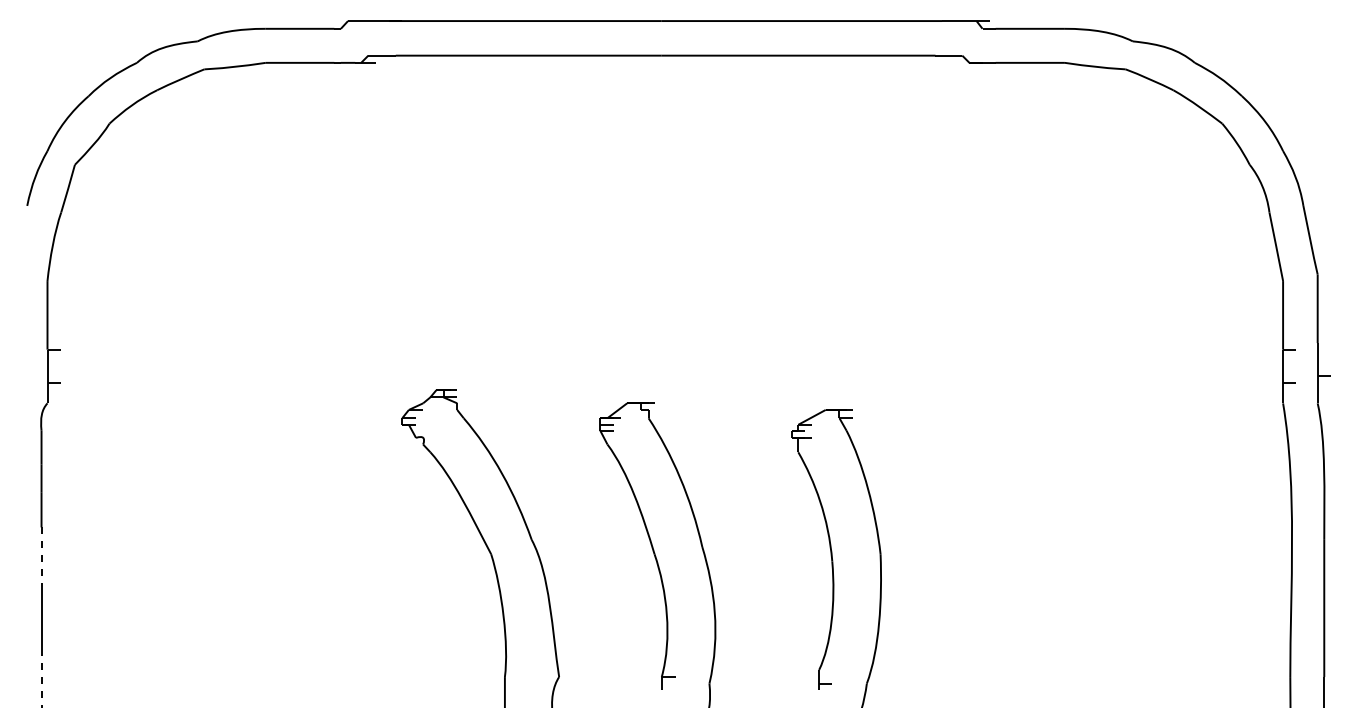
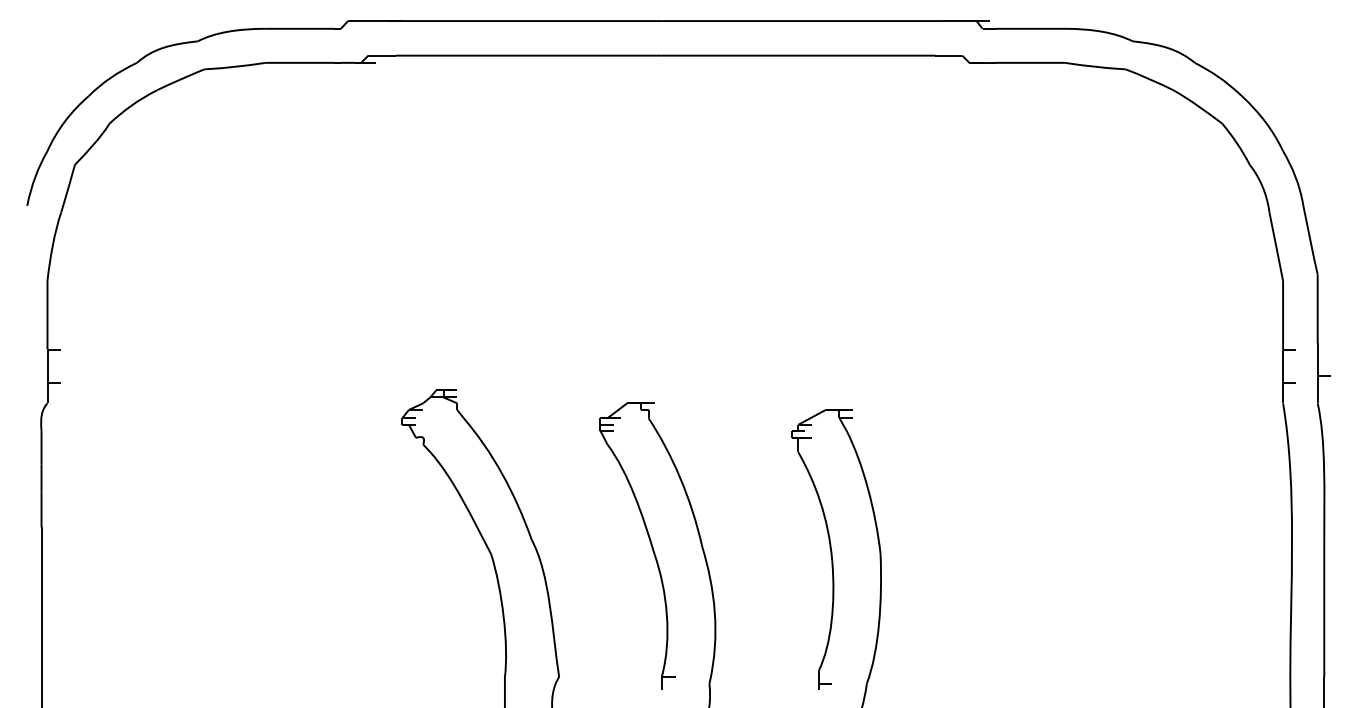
line at (41, 558): dashed -> solid
line at (41, 678): dashed -> solid
